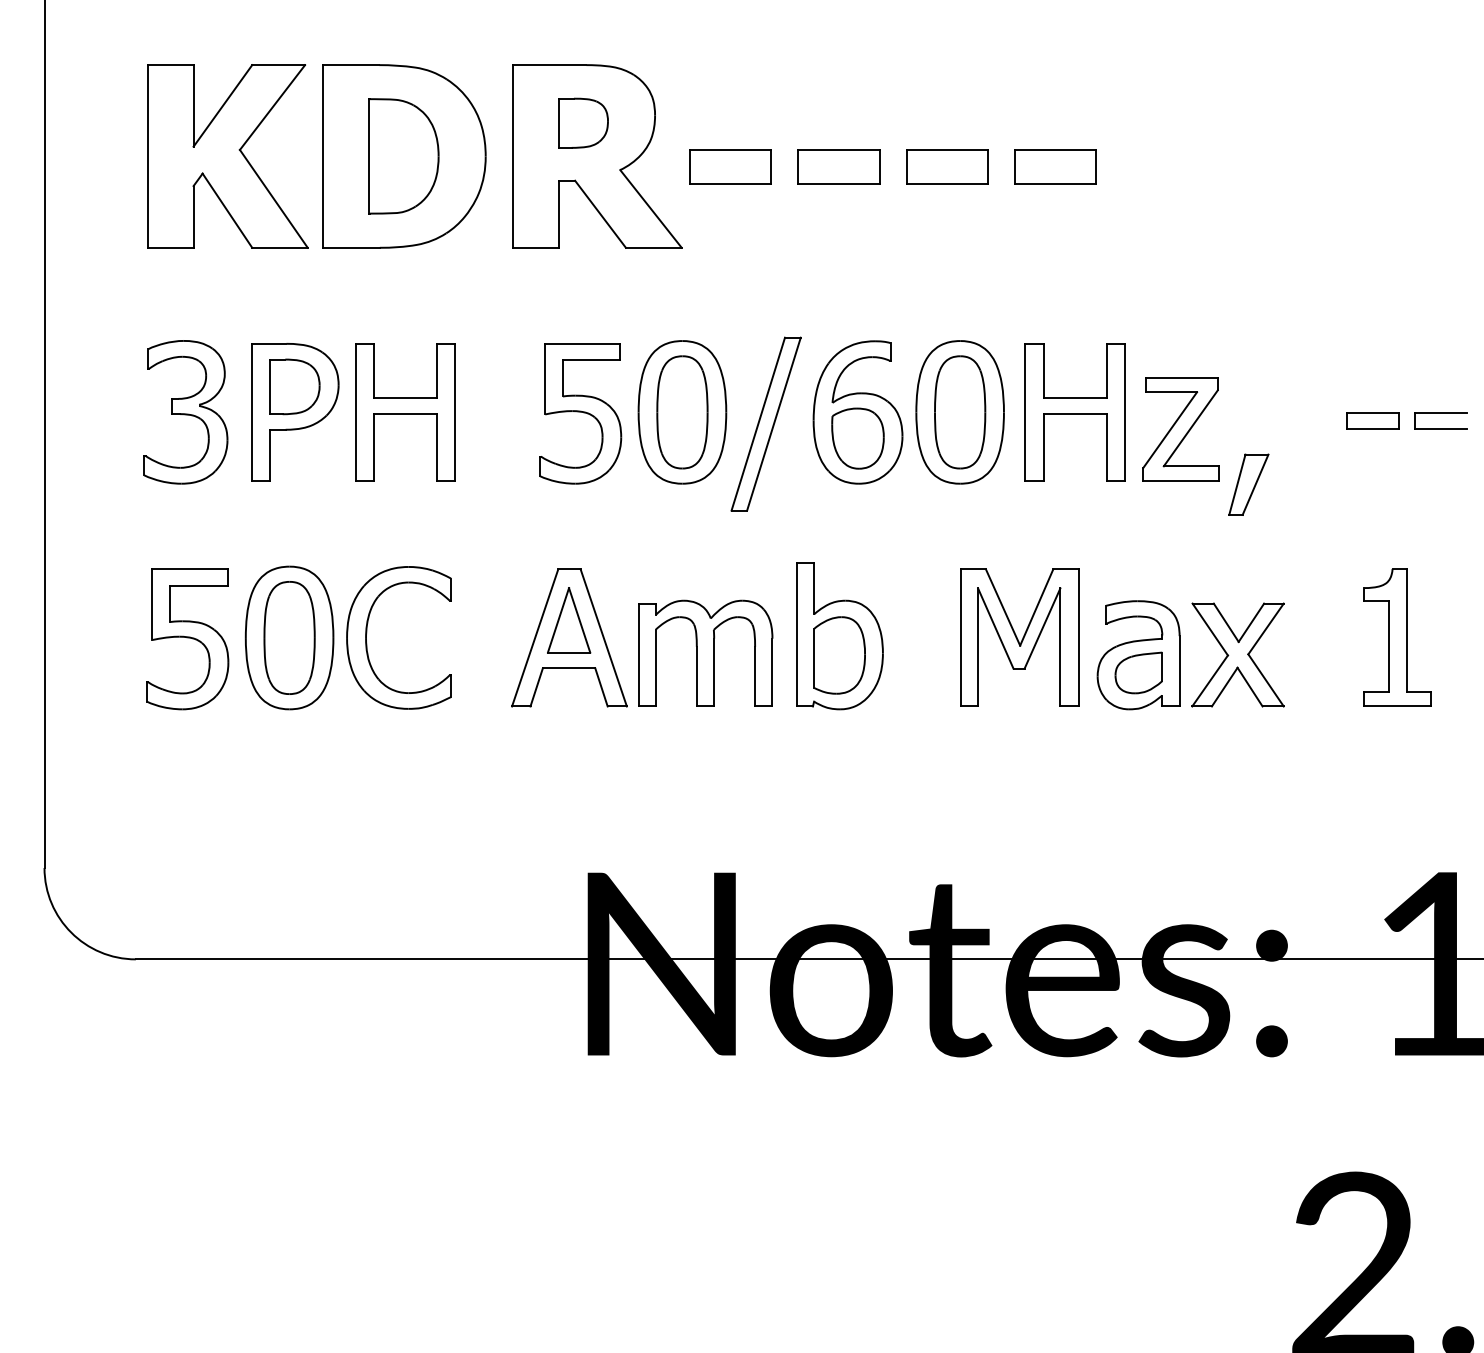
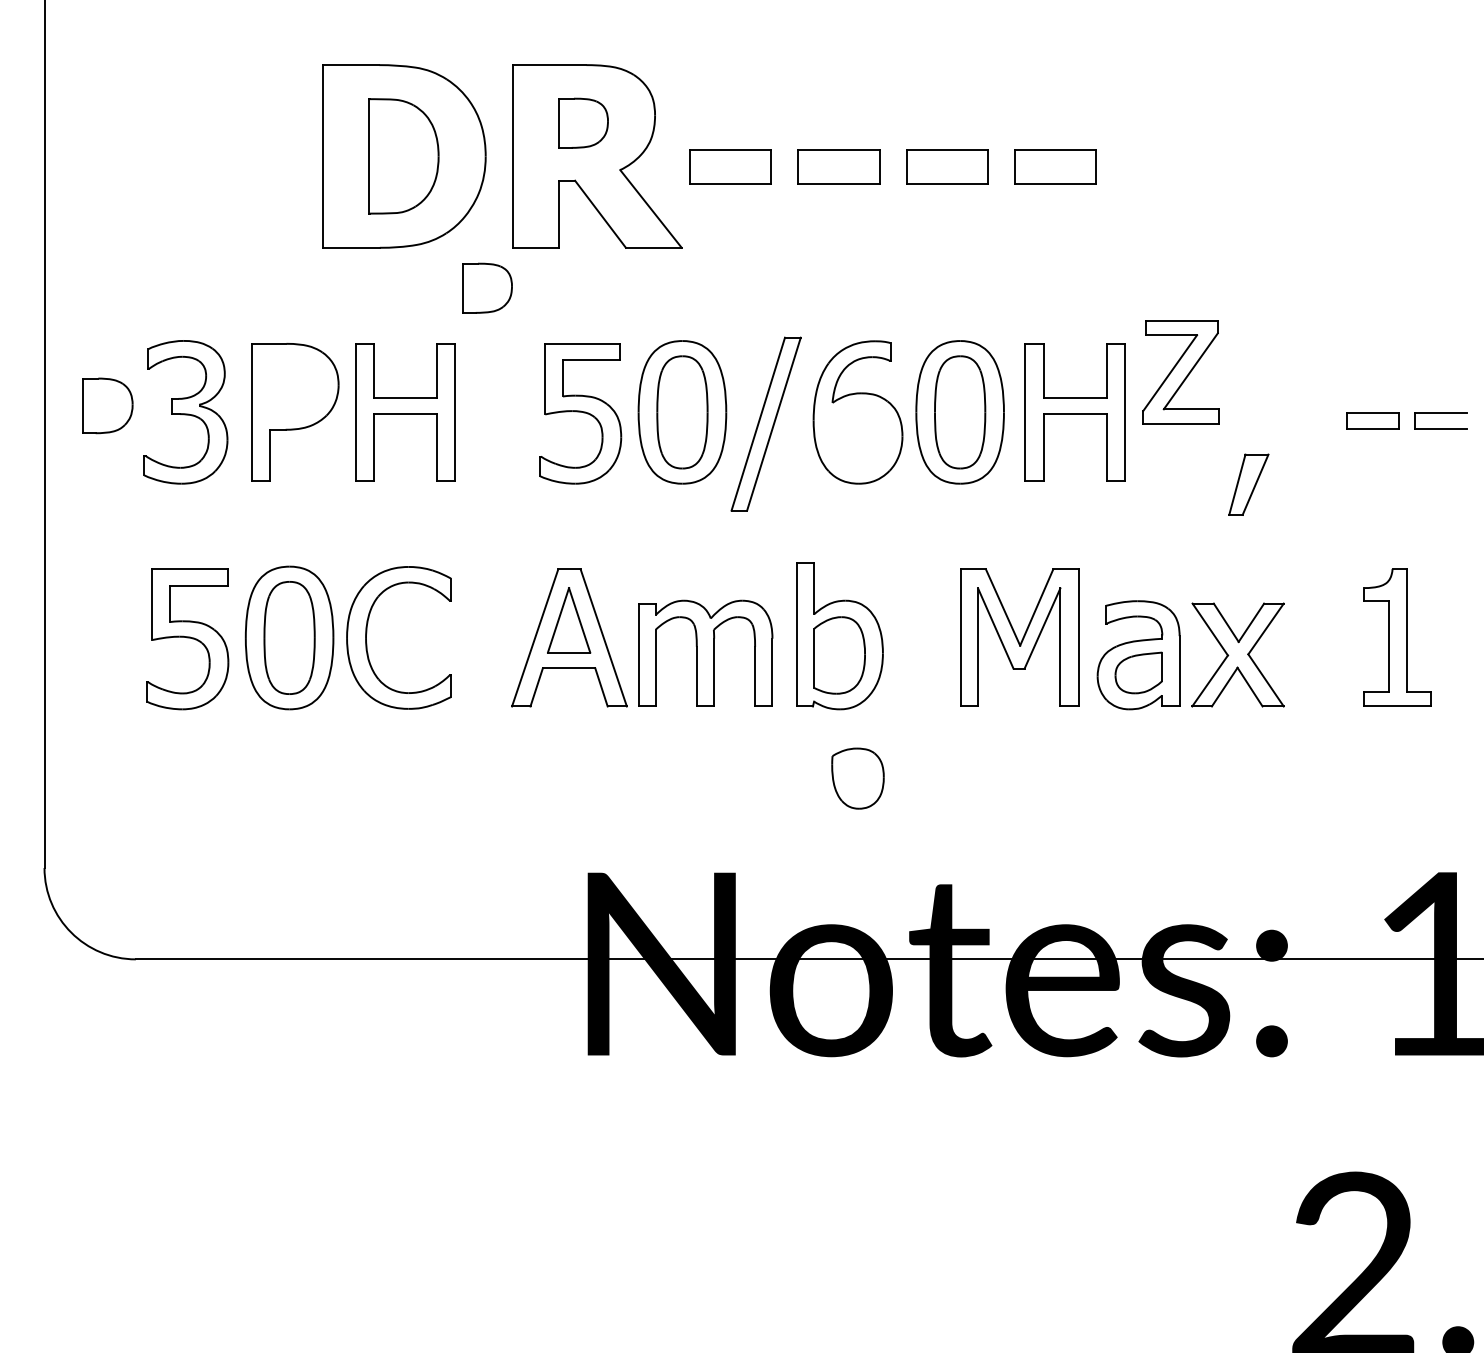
part at (227, 156): present -> none
part at (487, 287): none -> present
part at (294, 386) position: (294, 386) -> (107, 405)
part at (1180, 429) position: (1180, 429) -> (1180, 372)
part at (857, 438) position: (857, 438) -> (857, 778)
